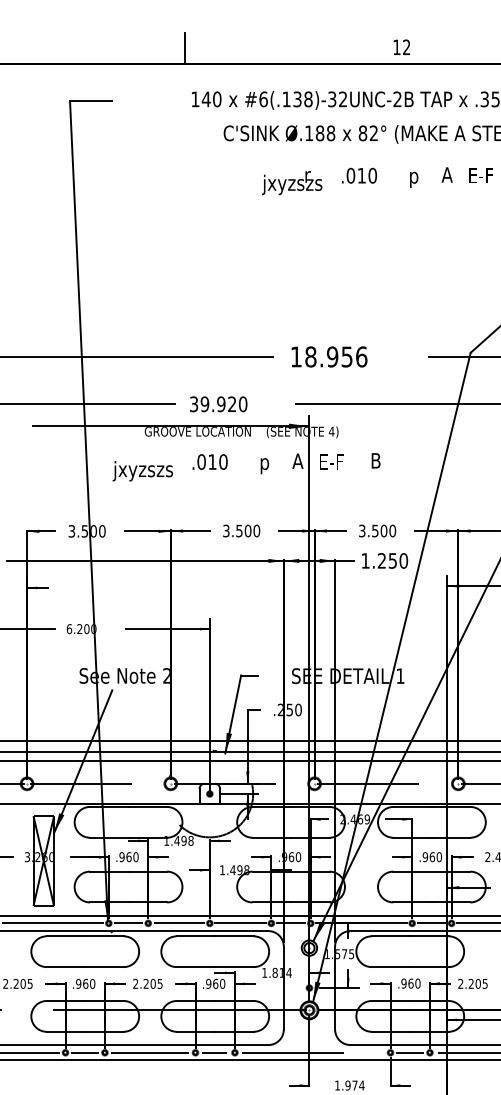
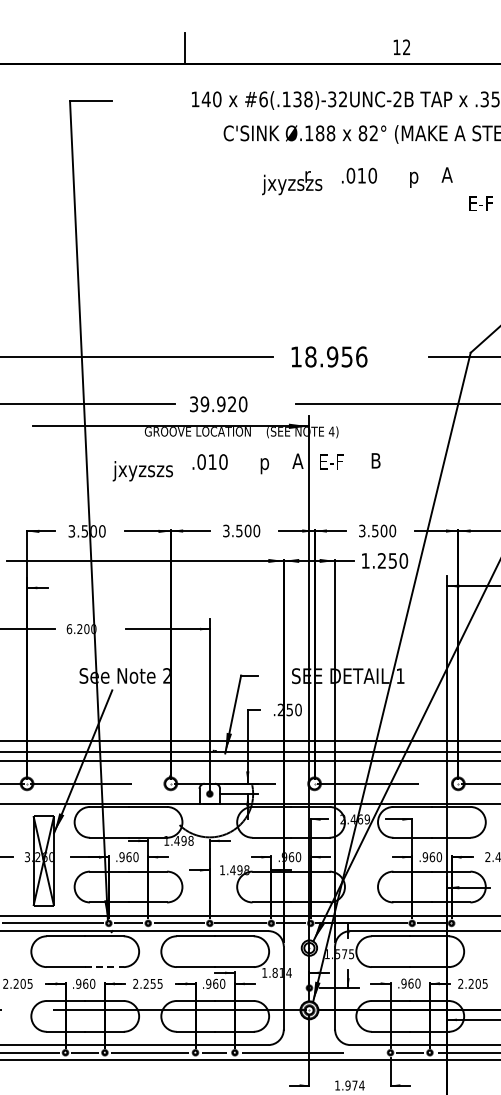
text at (480, 175) position: (480, 175) -> (480, 203)
line at (476, 923): present -> none
line at (104, 967): solid -> dashed
text at (152, 983): 2.205 -> 2.255
